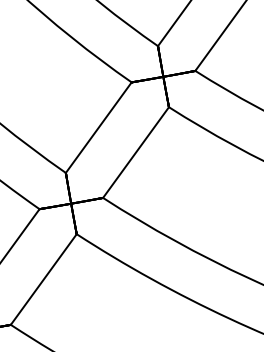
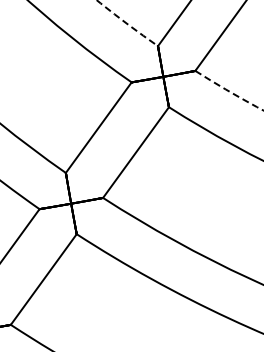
arc at (127, 24): solid -> dashed
arc at (229, 91): solid -> dashed
